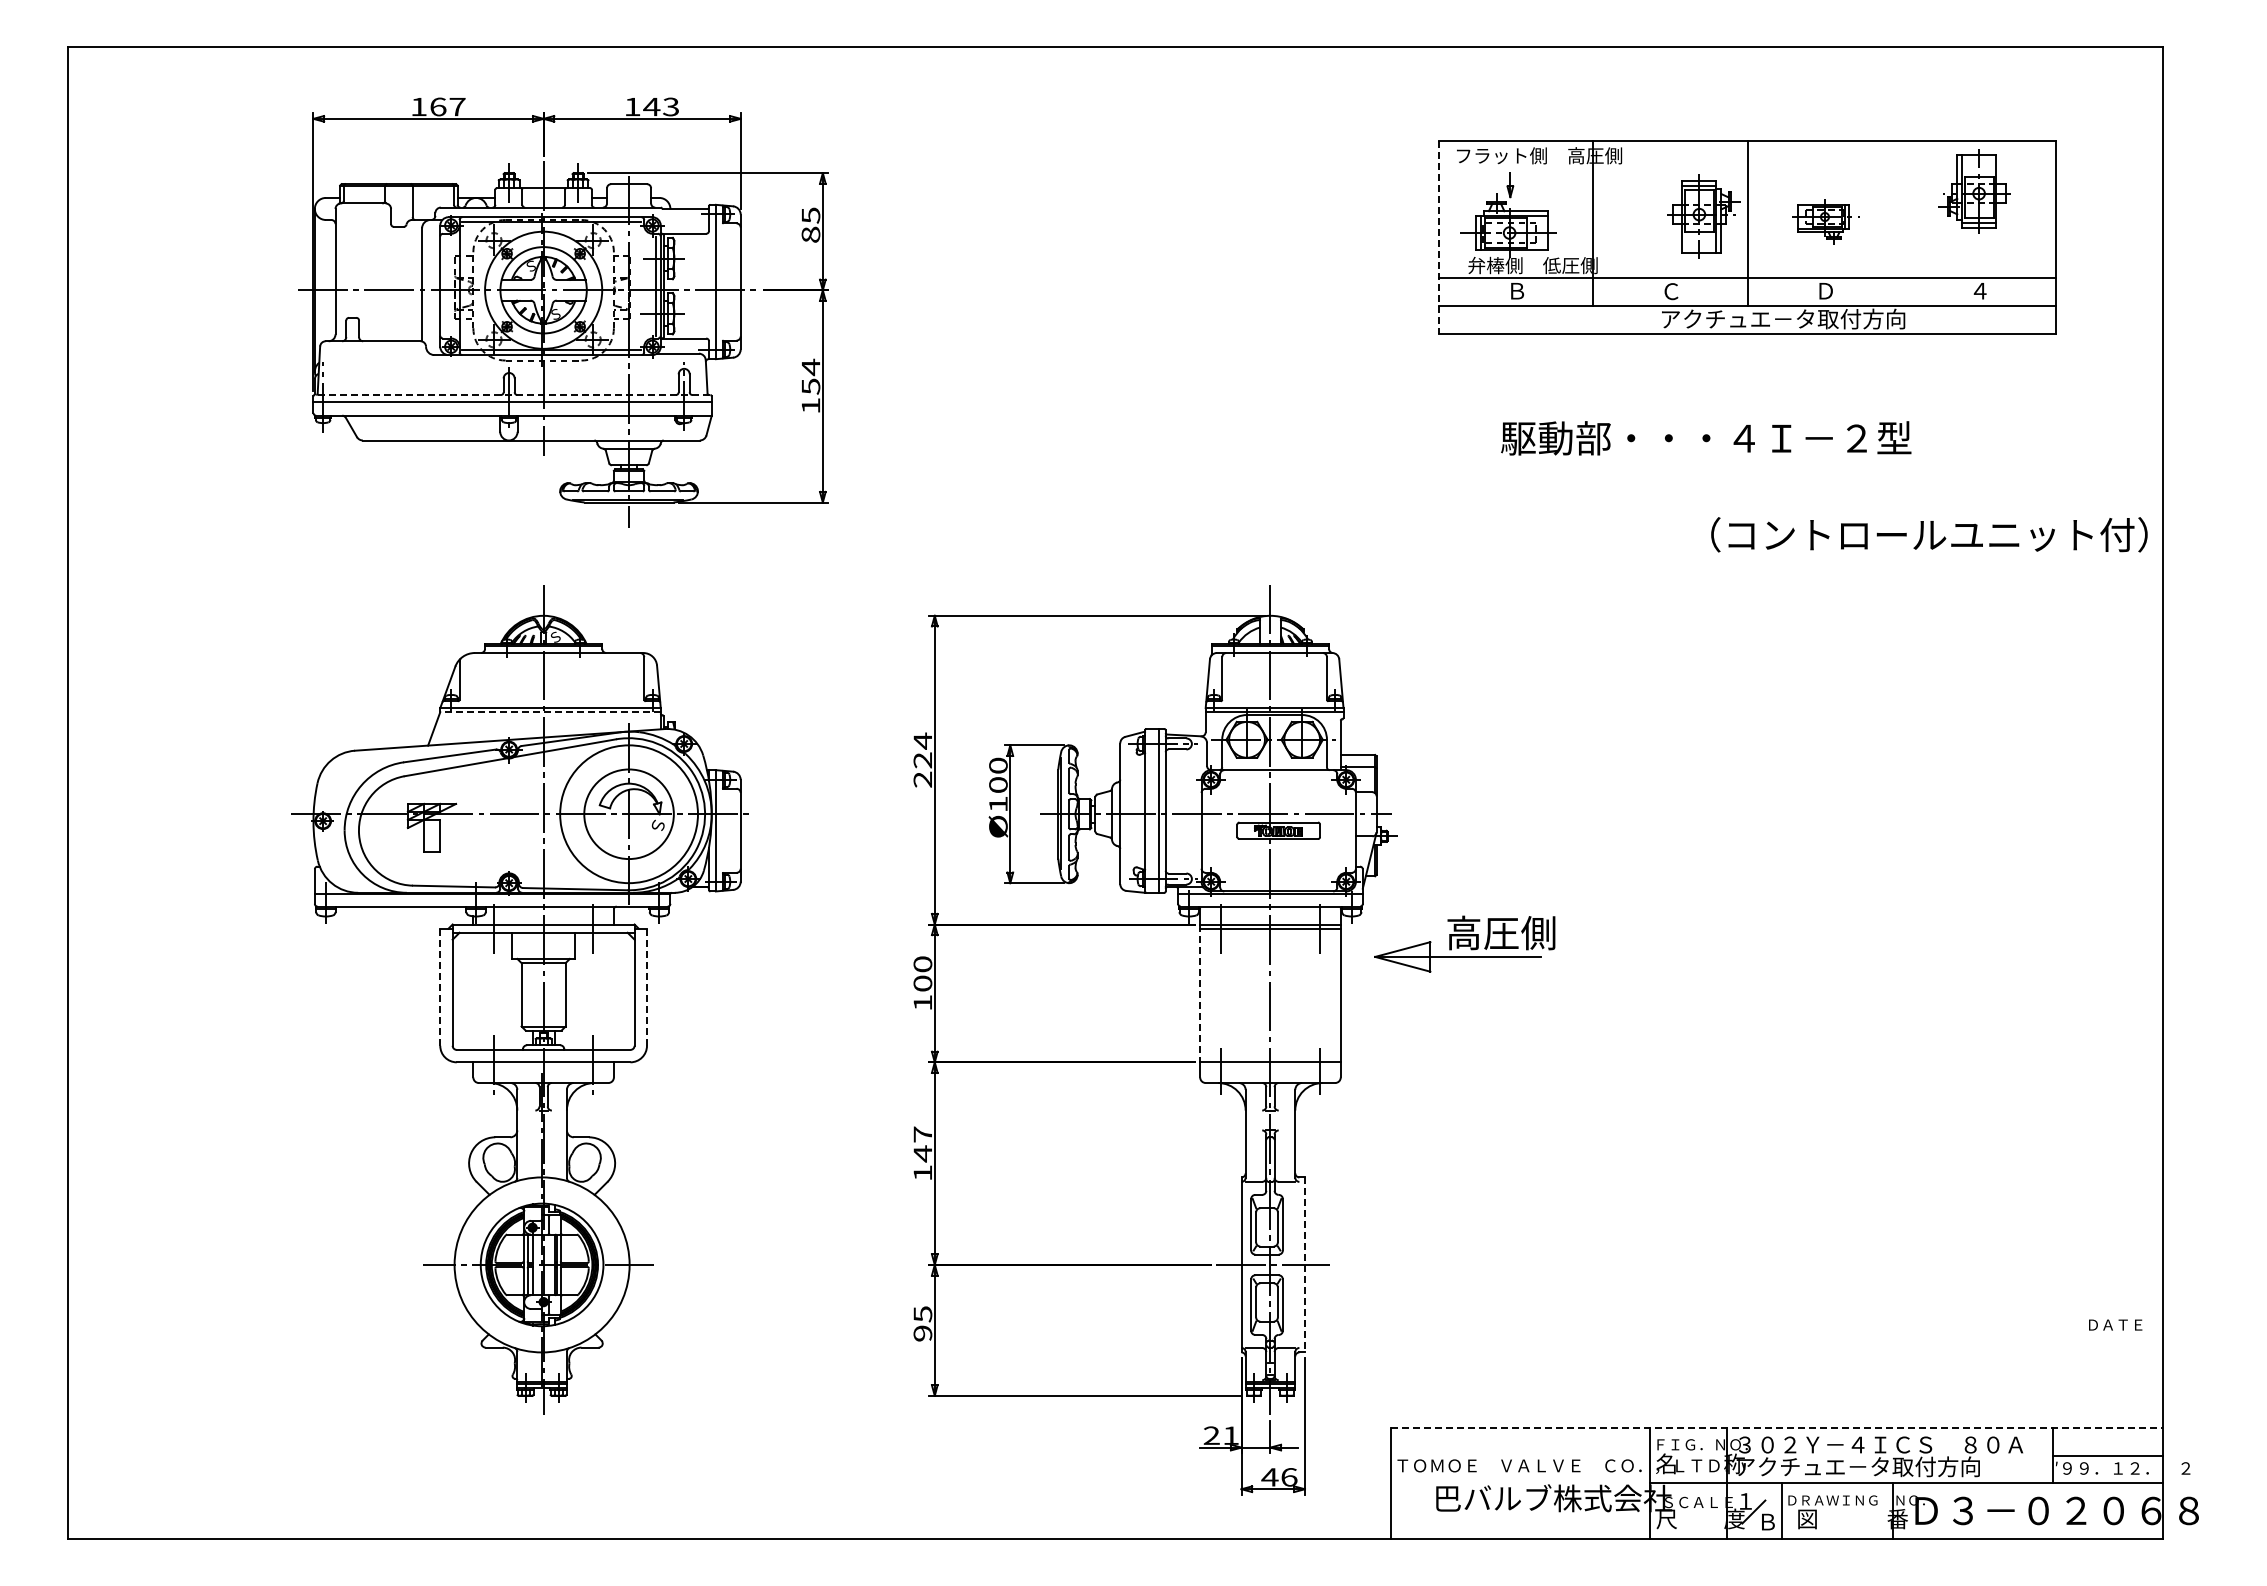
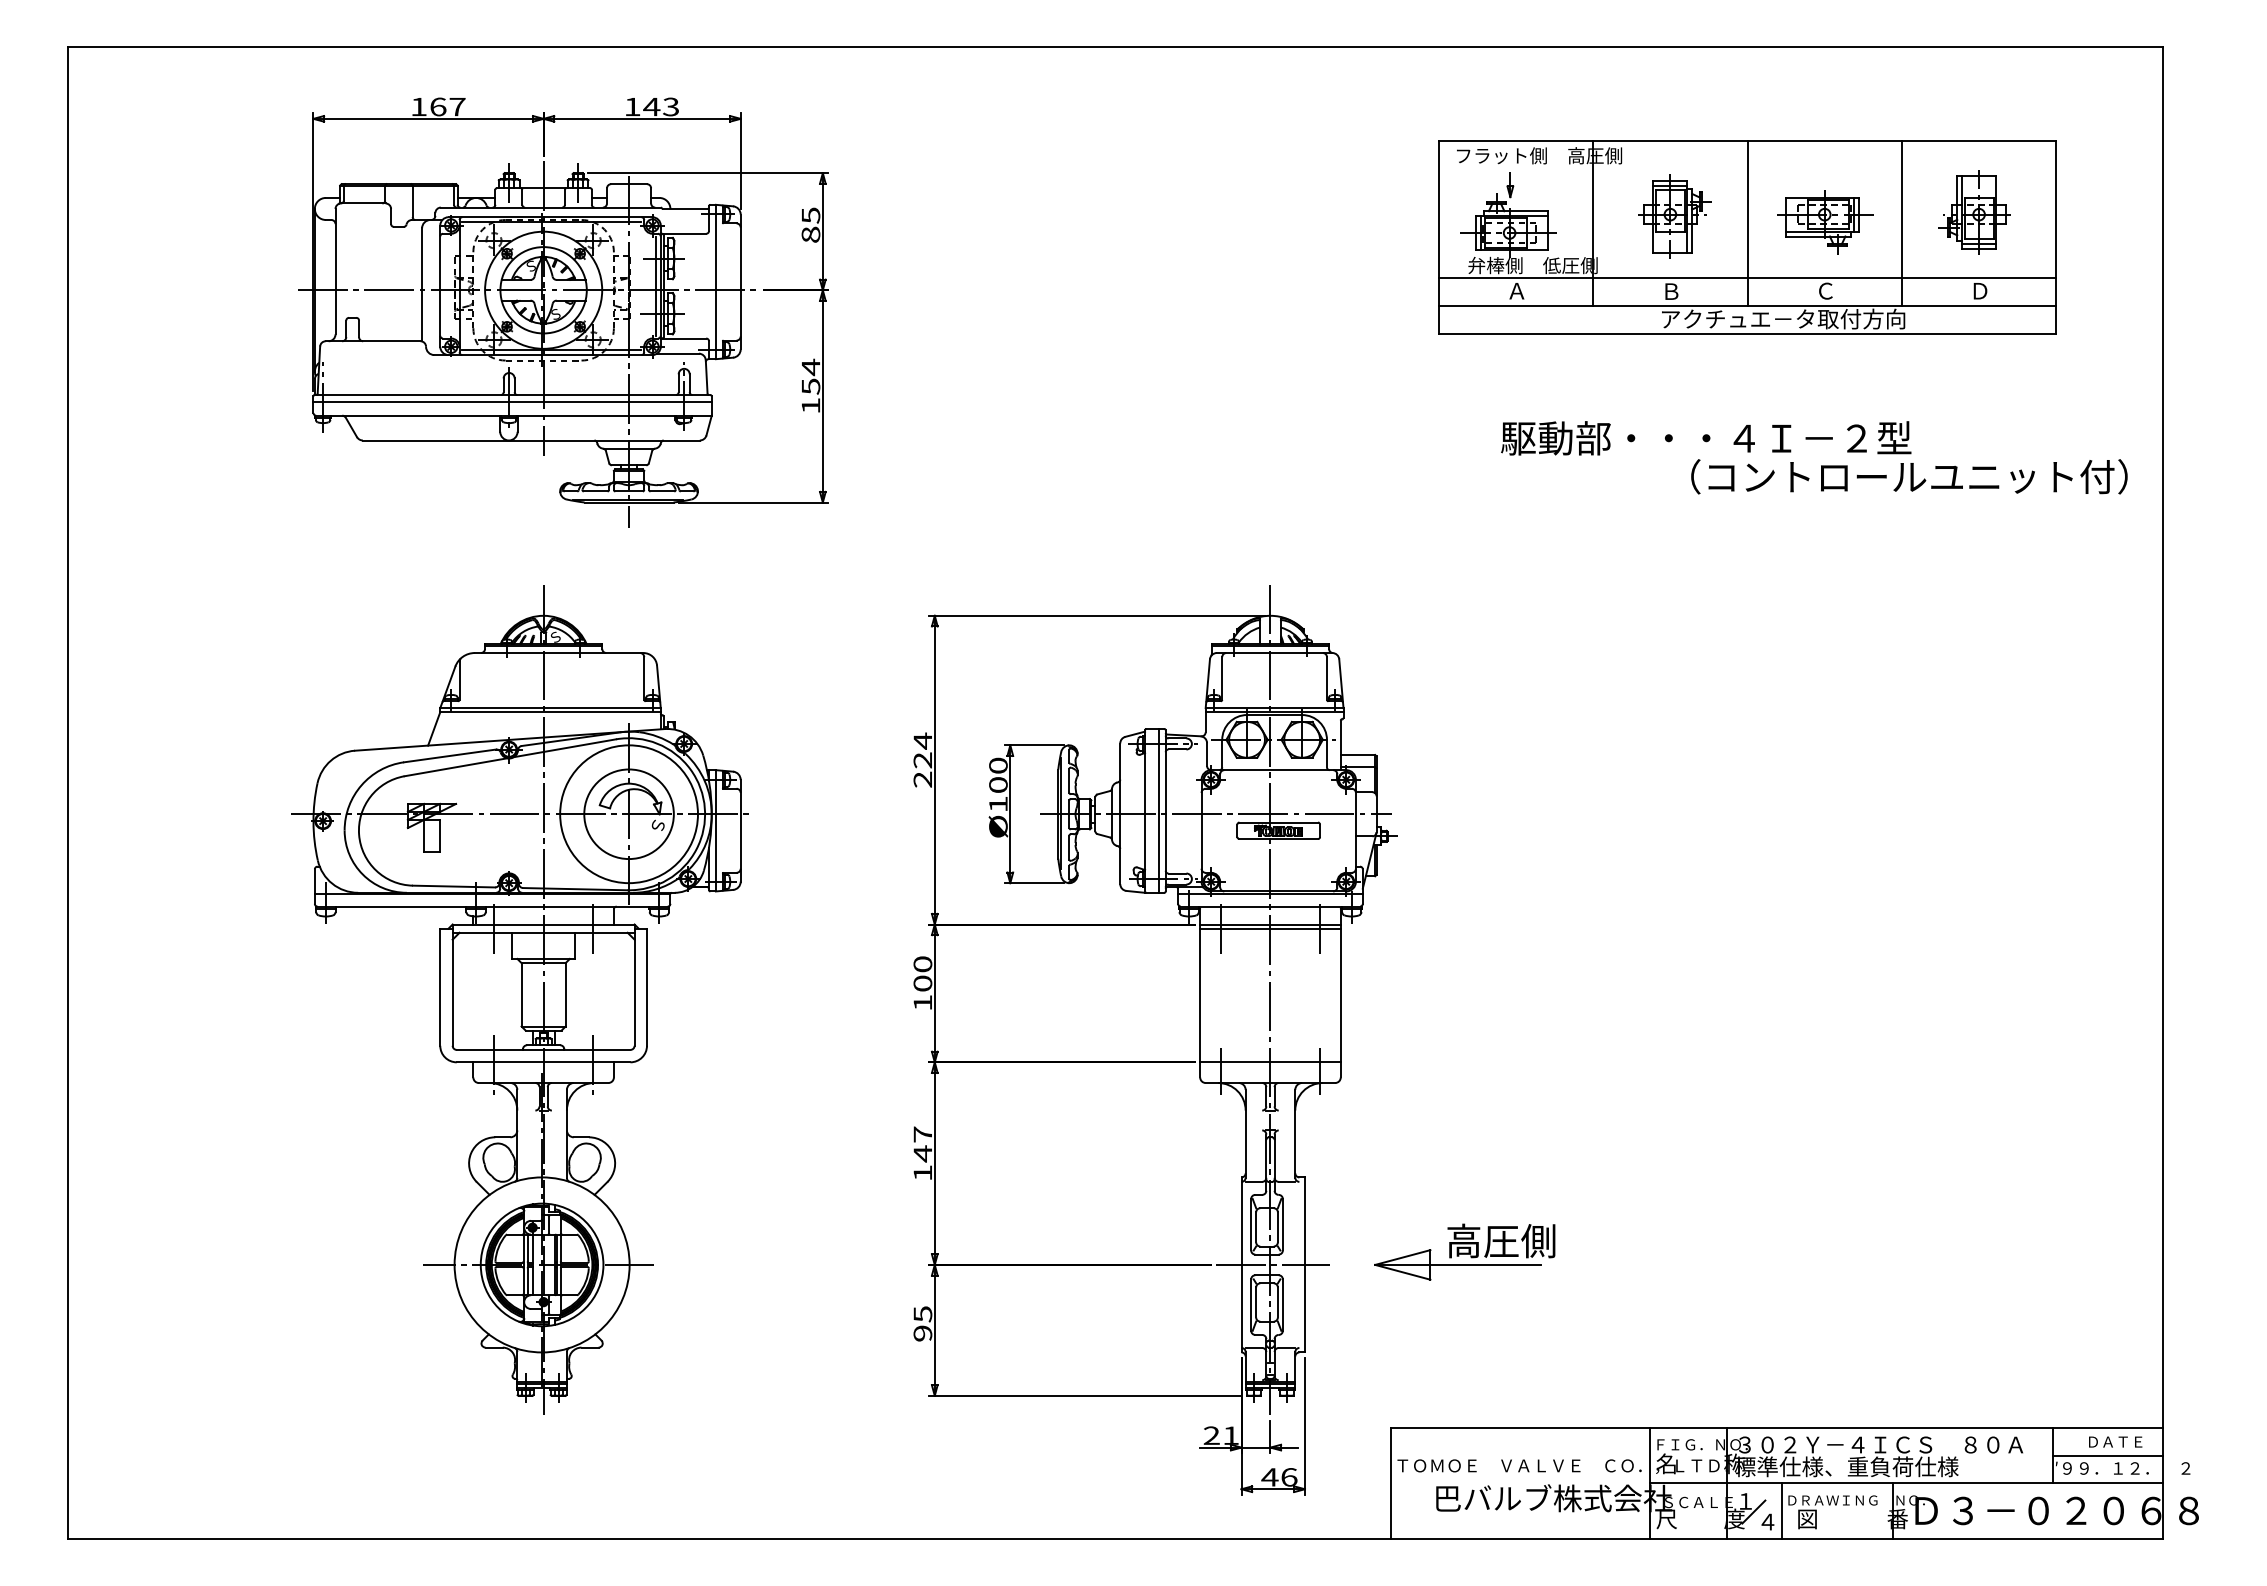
part at (1974, 191) position: (1974, 191) -> (1974, 212)
part at (1703, 216) position: (1703, 216) -> (1674, 216)
part at (1825, 221) size: 68x46 px -> 97x65 px
line at (1901, 222): none -> present
line at (1438, 237): dashed -> solid
text at (1825, 290): Ｄ -> Ｃ
text at (1516, 291): Ｂ -> Ａ
text at (1671, 291): Ｃ -> Ｂ
text at (1980, 291): ４ -> Ｄ
line at (512, 395): dashed -> solid
text at (1929, 534) position: (1929, 534) -> (1909, 476)
line at (550, 712): dashed -> solid
part at (1464, 943) position: (1464, 943) -> (1464, 1251)
line at (440, 987): dashed -> solid
line at (646, 987): dashed -> solid
line at (1200, 993): dashed -> solid
line at (1304, 1264): dashed -> solid
text at (2115, 1324) position: (2115, 1324) -> (2115, 1441)
line at (1776, 1428): dashed -> solid
text at (1856, 1466): アクチュエ－タ取付方向 -> 標準仕様、重負荷仕様
text at (1767, 1521): Ｂ -> ４
